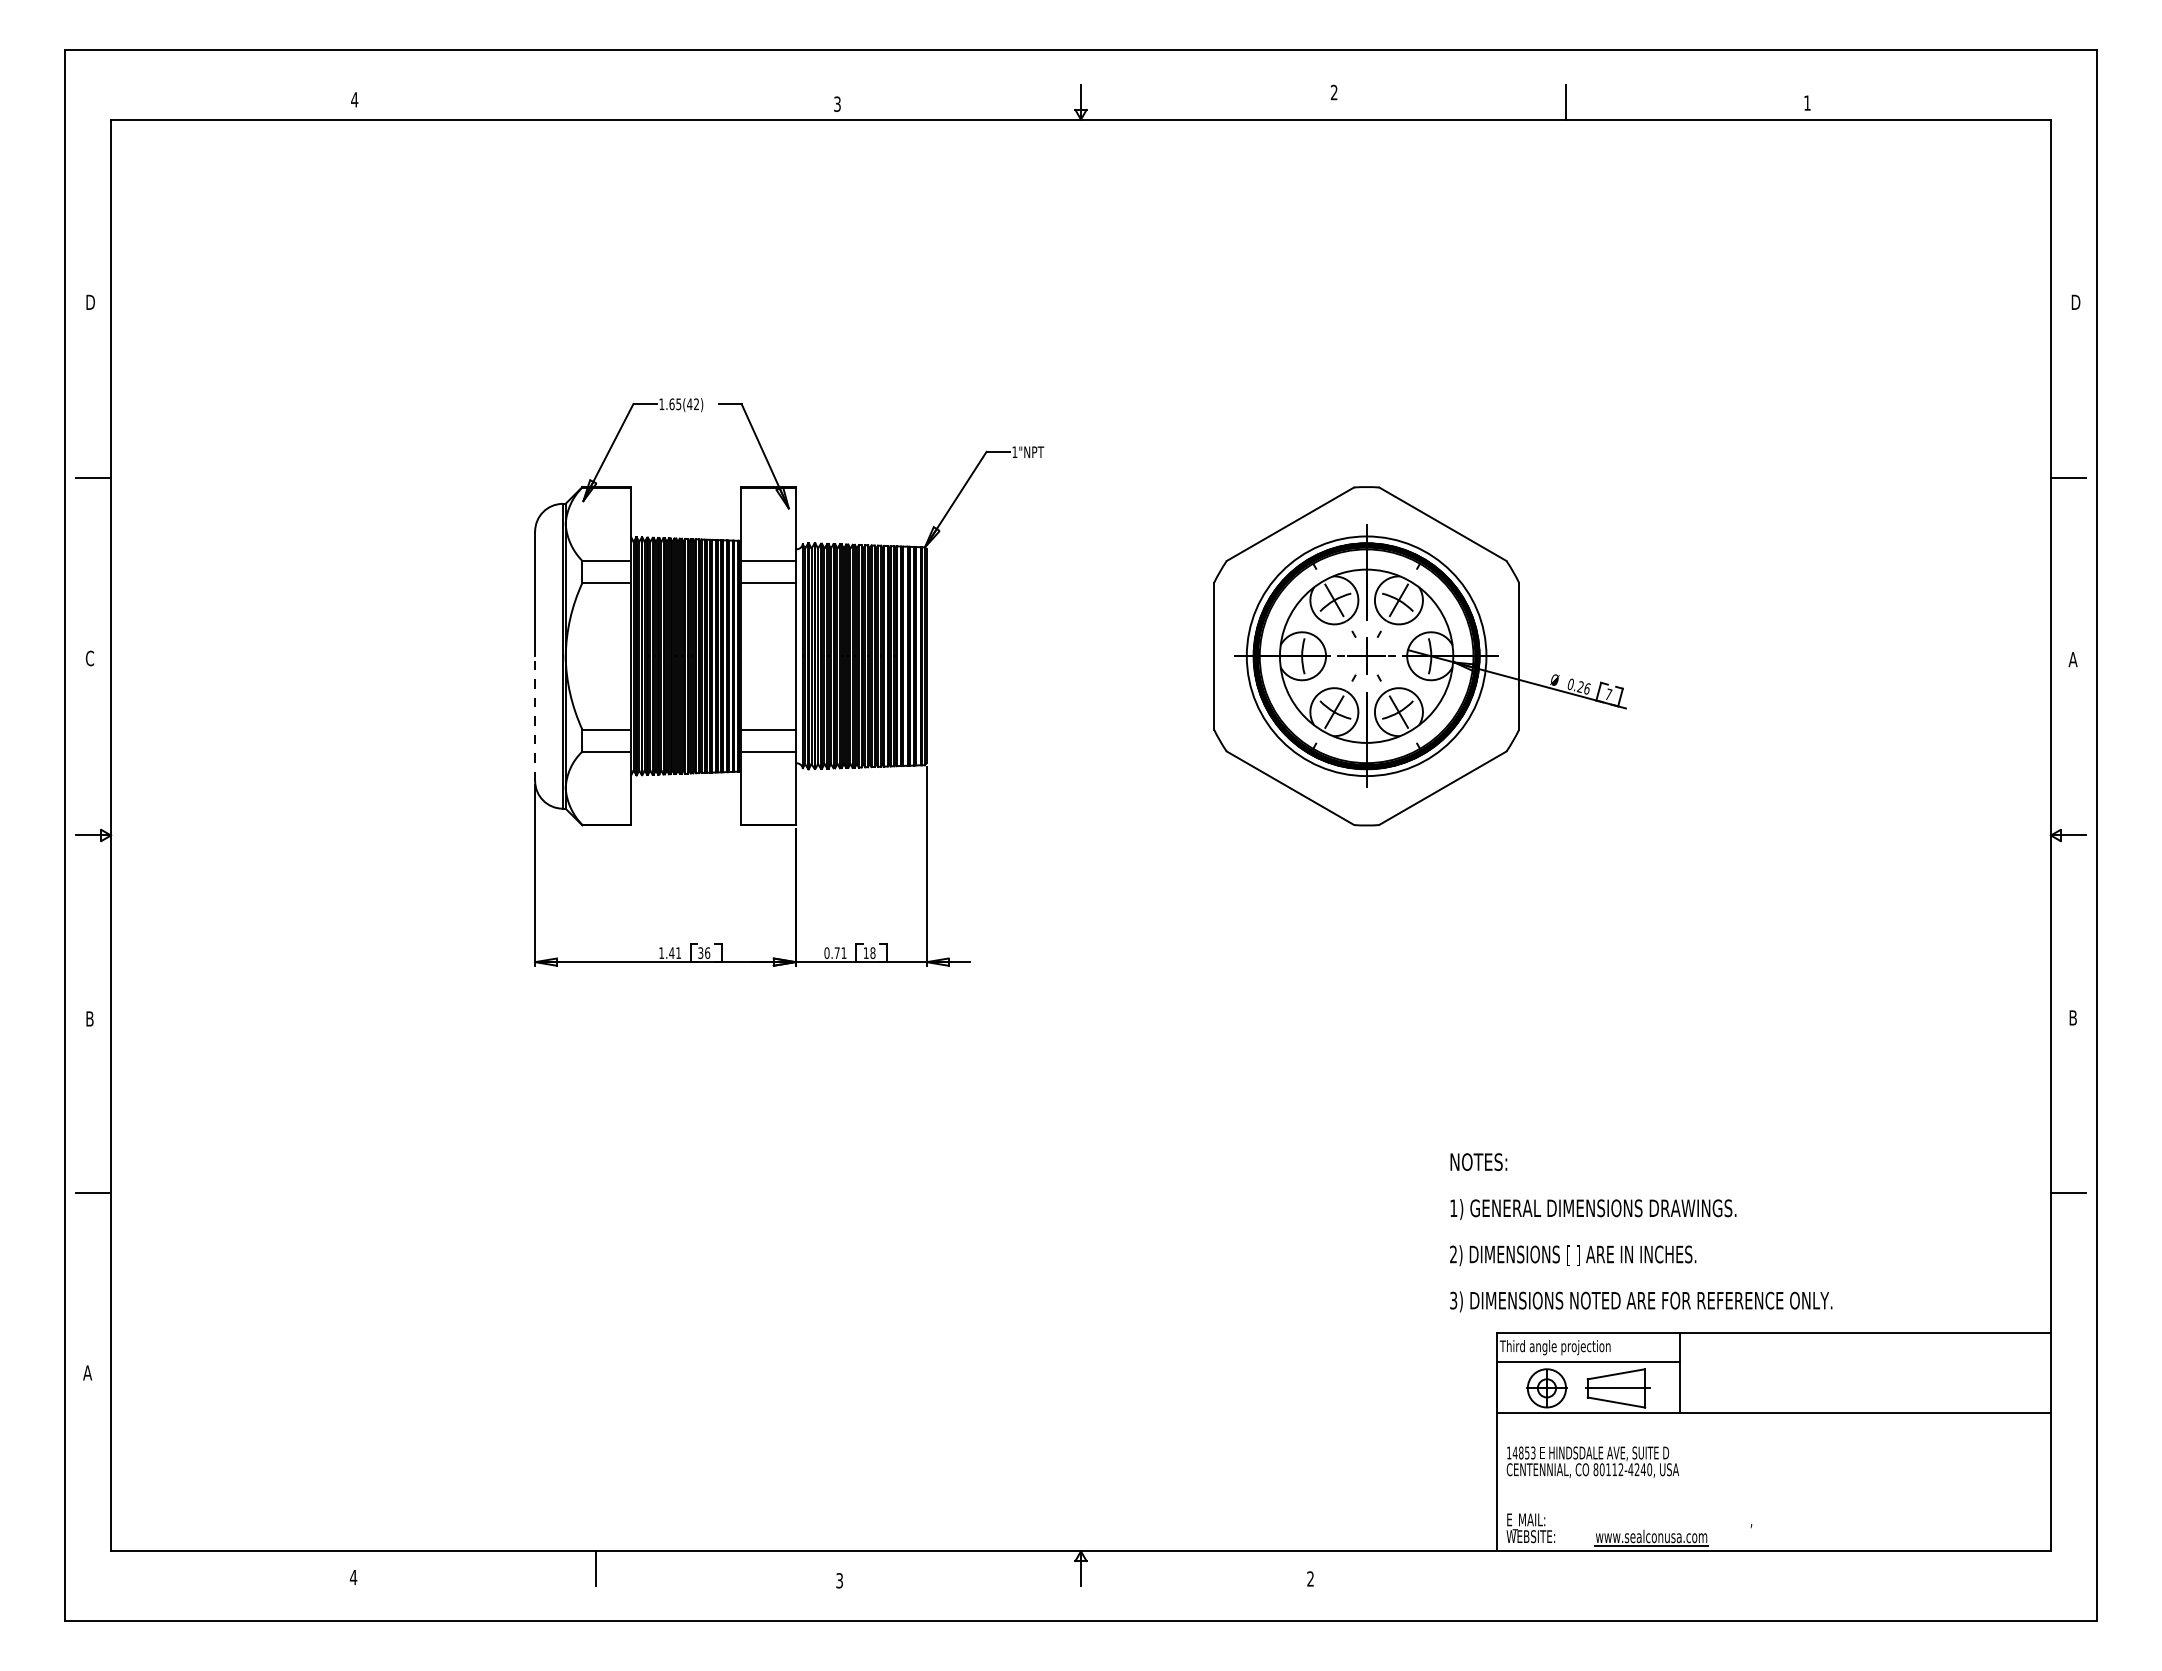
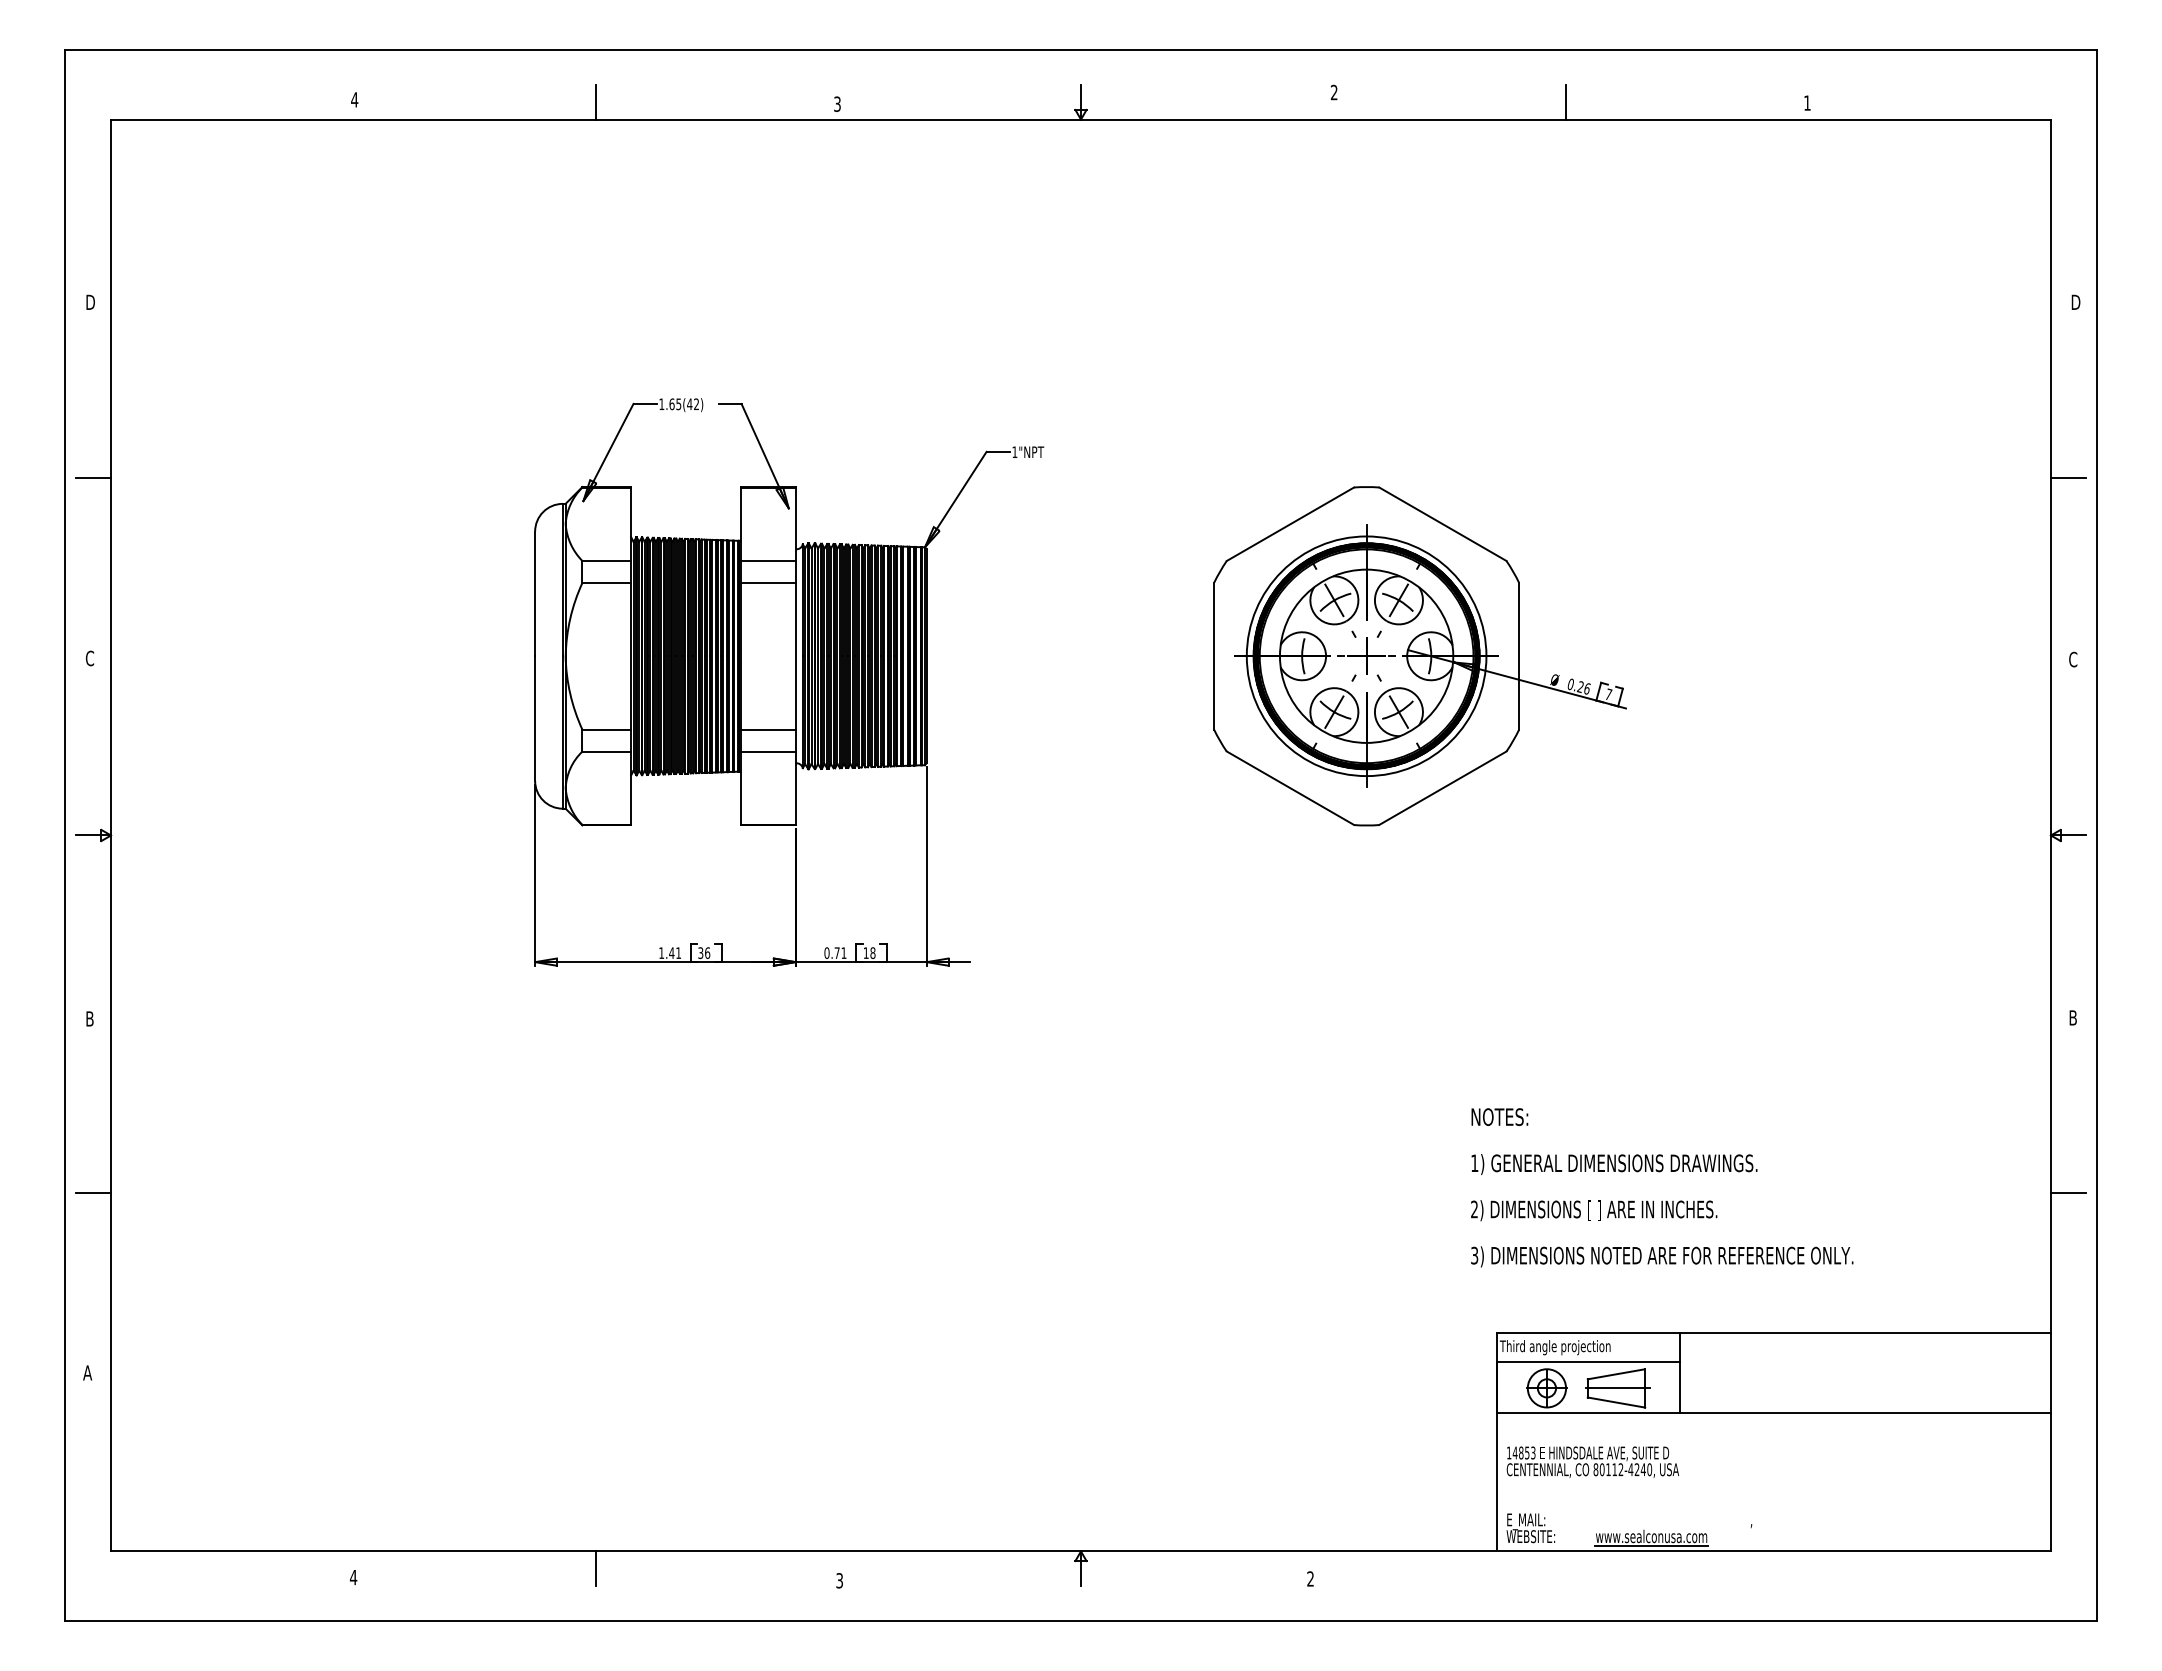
line at (596, 101): none -> present
text at (2072, 659): A -> C
line at (535, 718): dashed -> solid
text at (1641, 1232) position: (1641, 1232) -> (1662, 1187)
